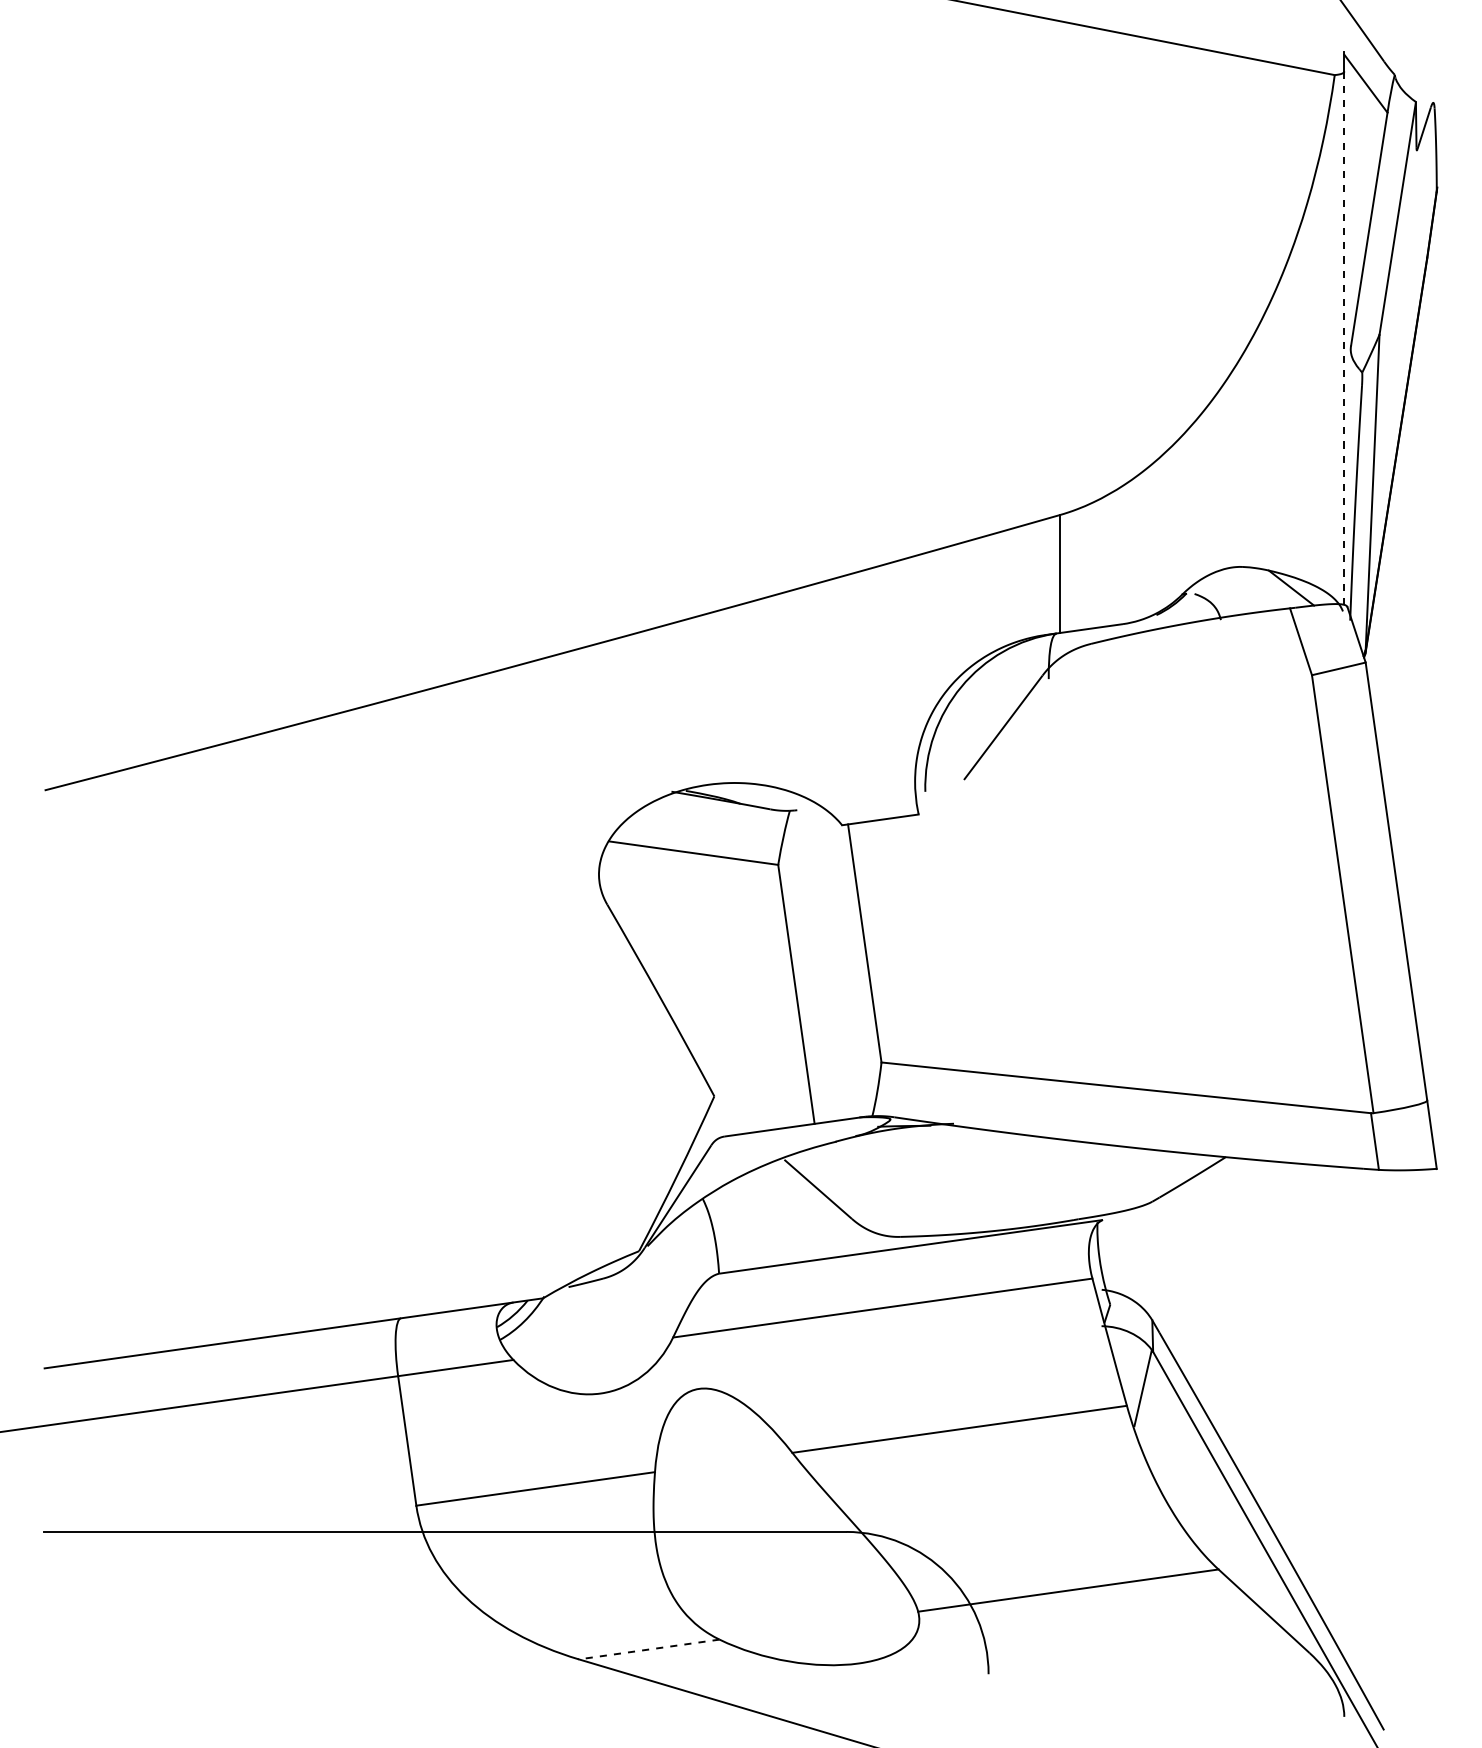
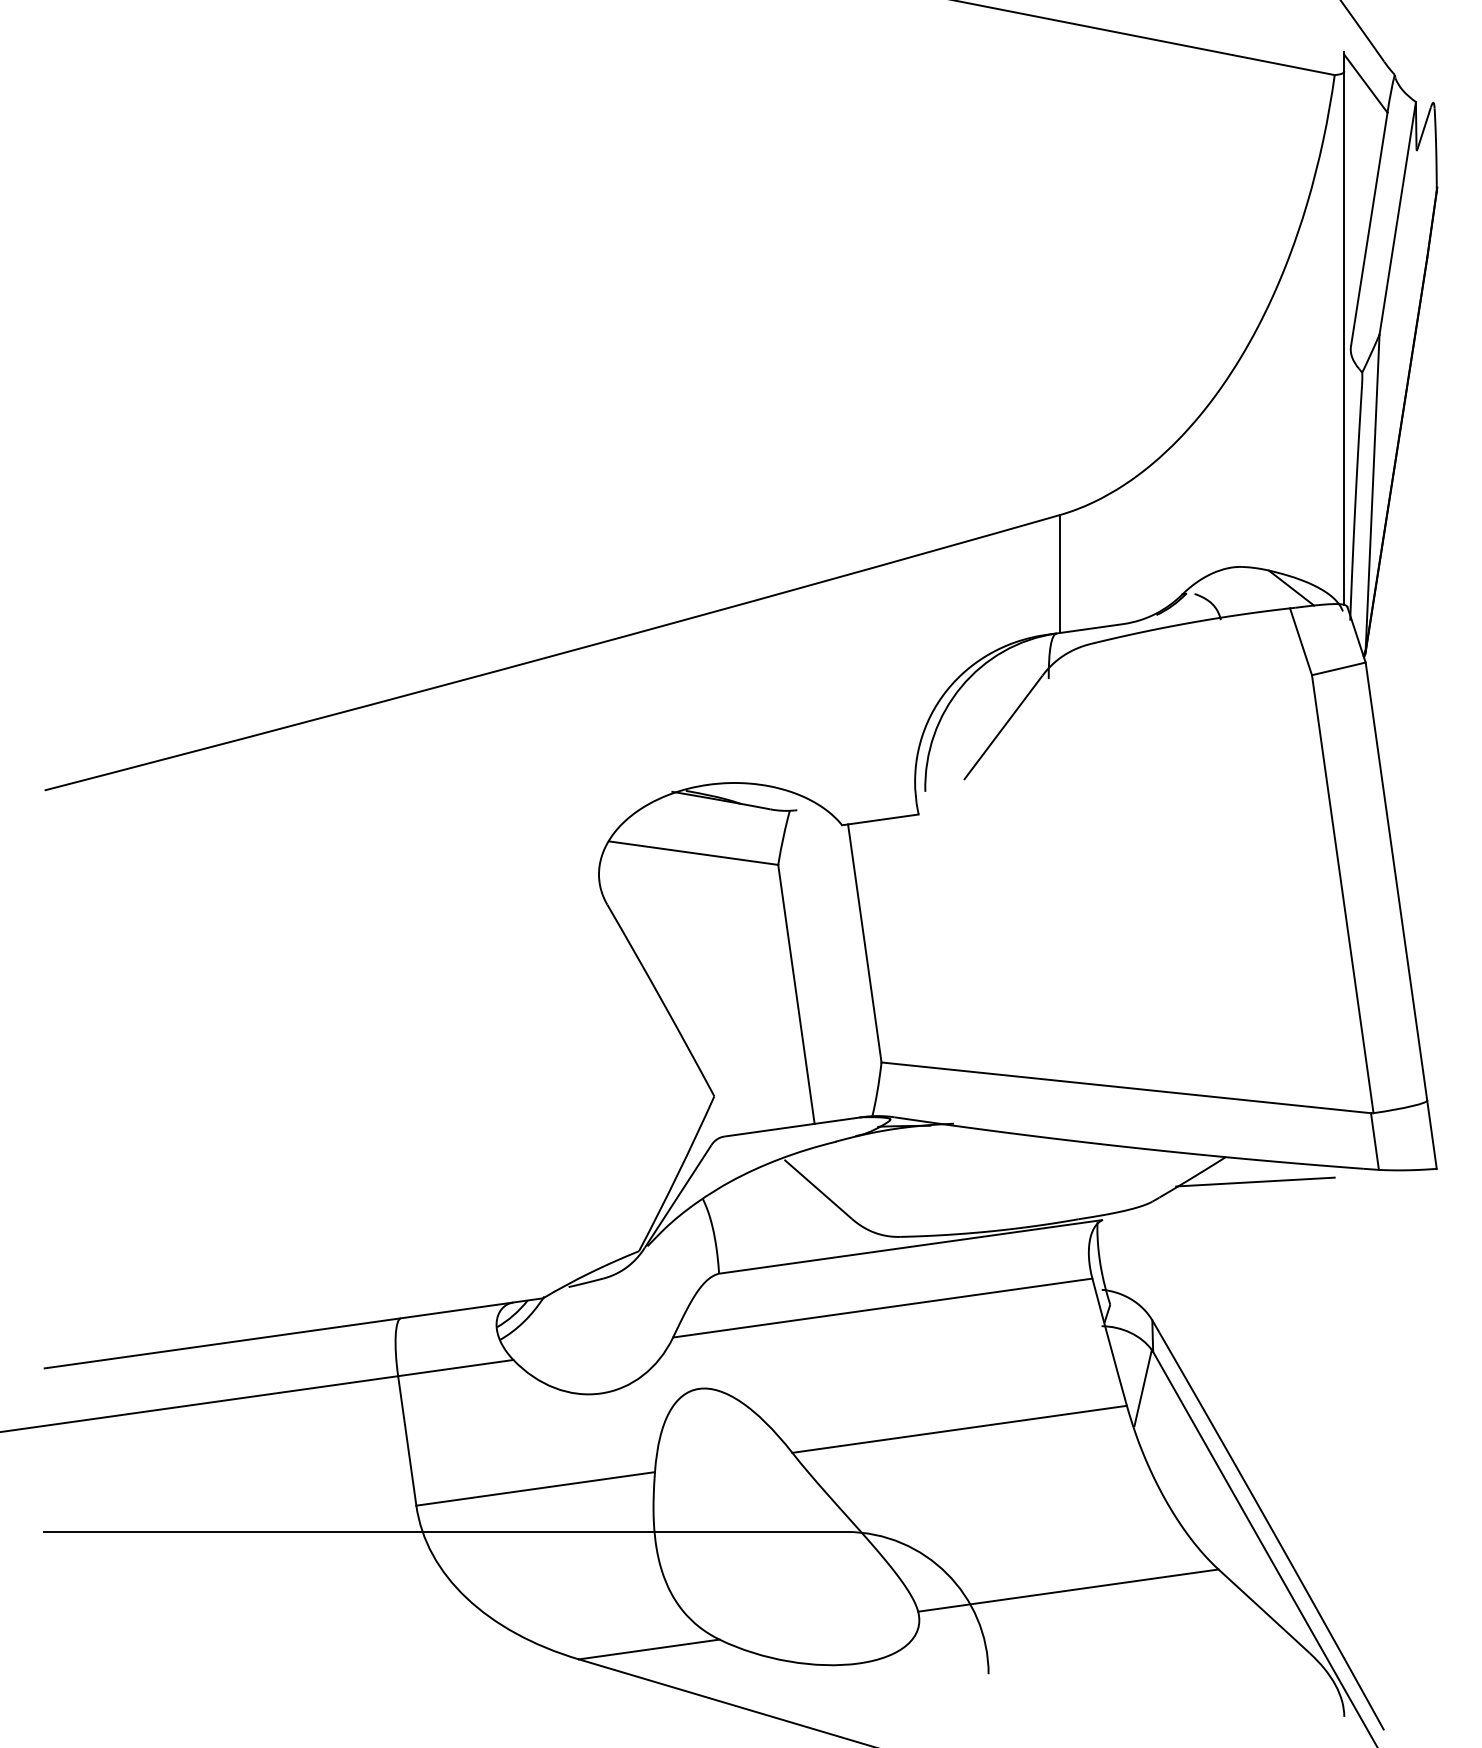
line at (1344, 338): dashed -> solid
line at (1255, 1181): none -> present
line at (648, 1649): dashed -> solid
